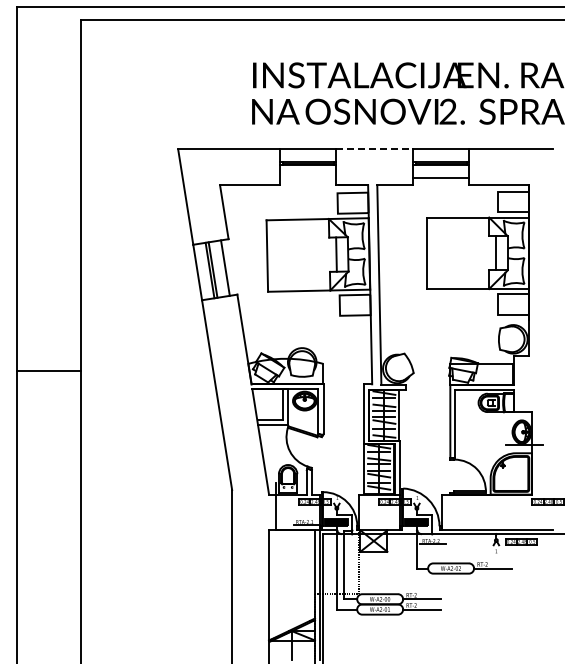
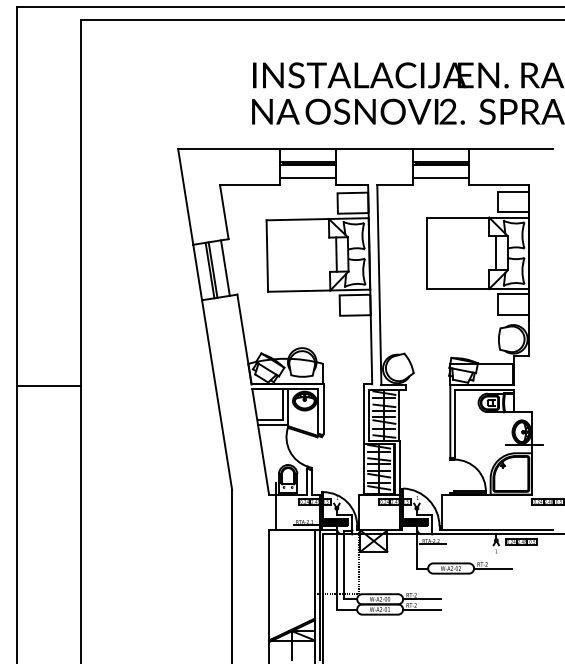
line at (375, 149): dashed -> solid
line at (308, 177): none -> present
line at (48, 371) position: (48, 371) -> (48, 386)
